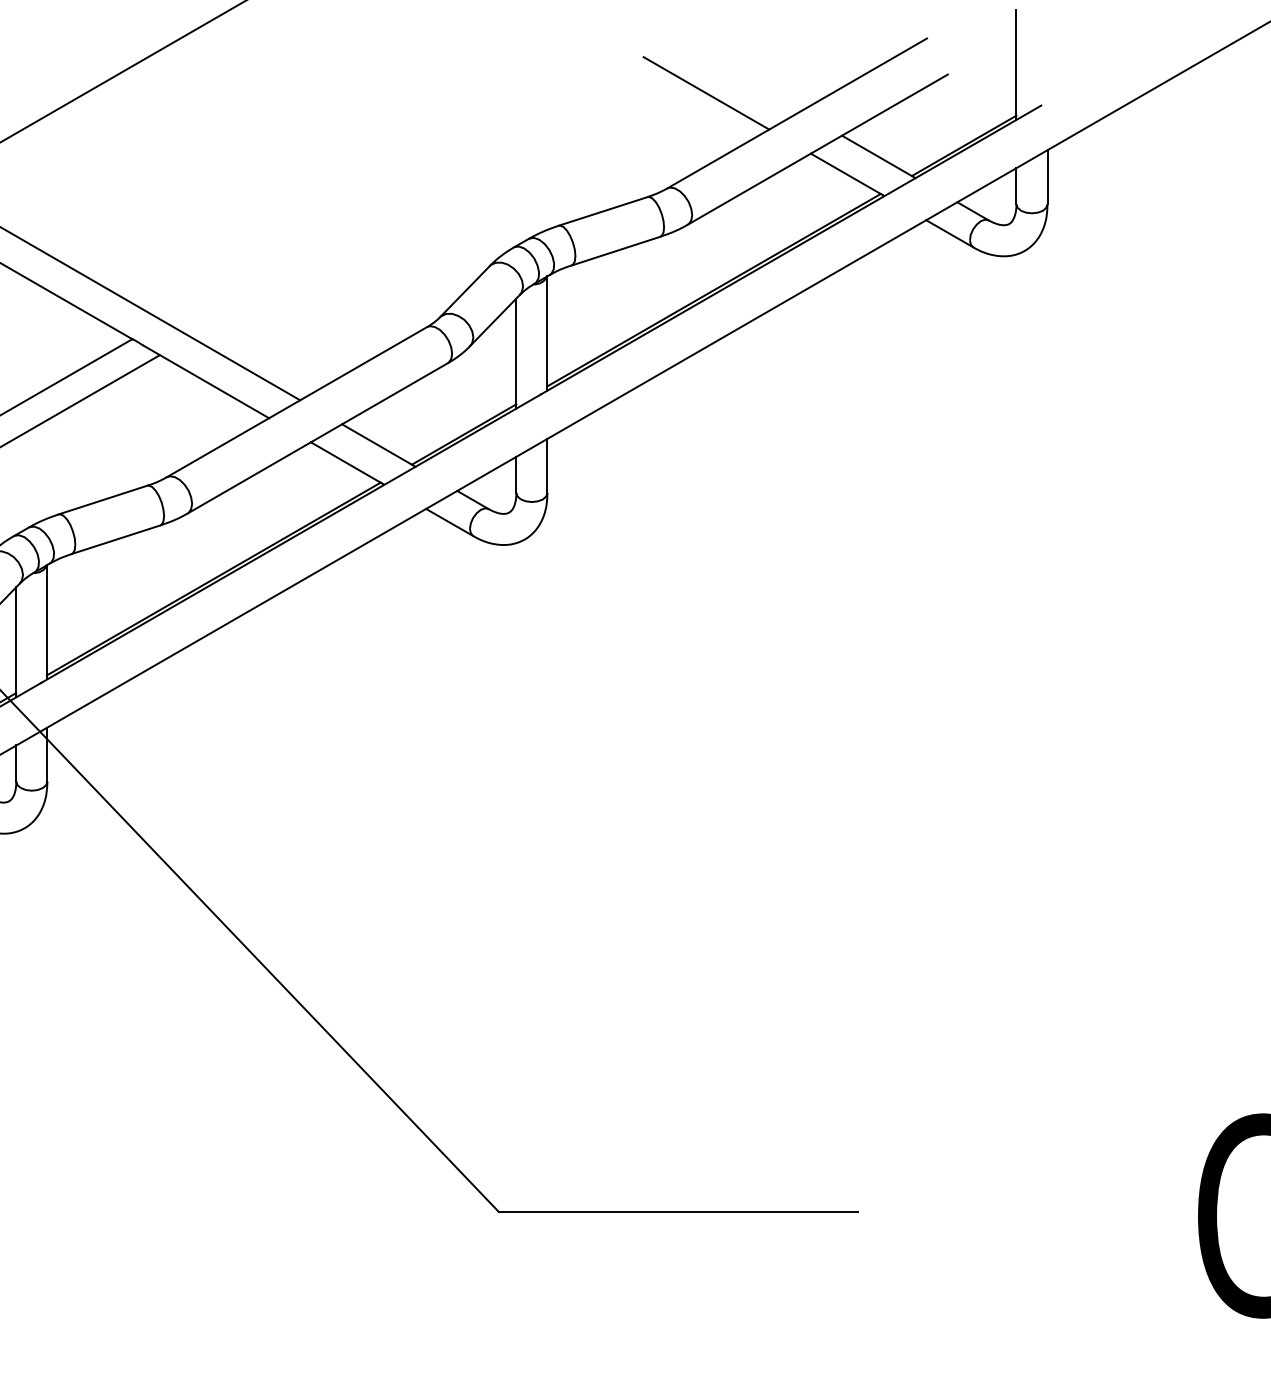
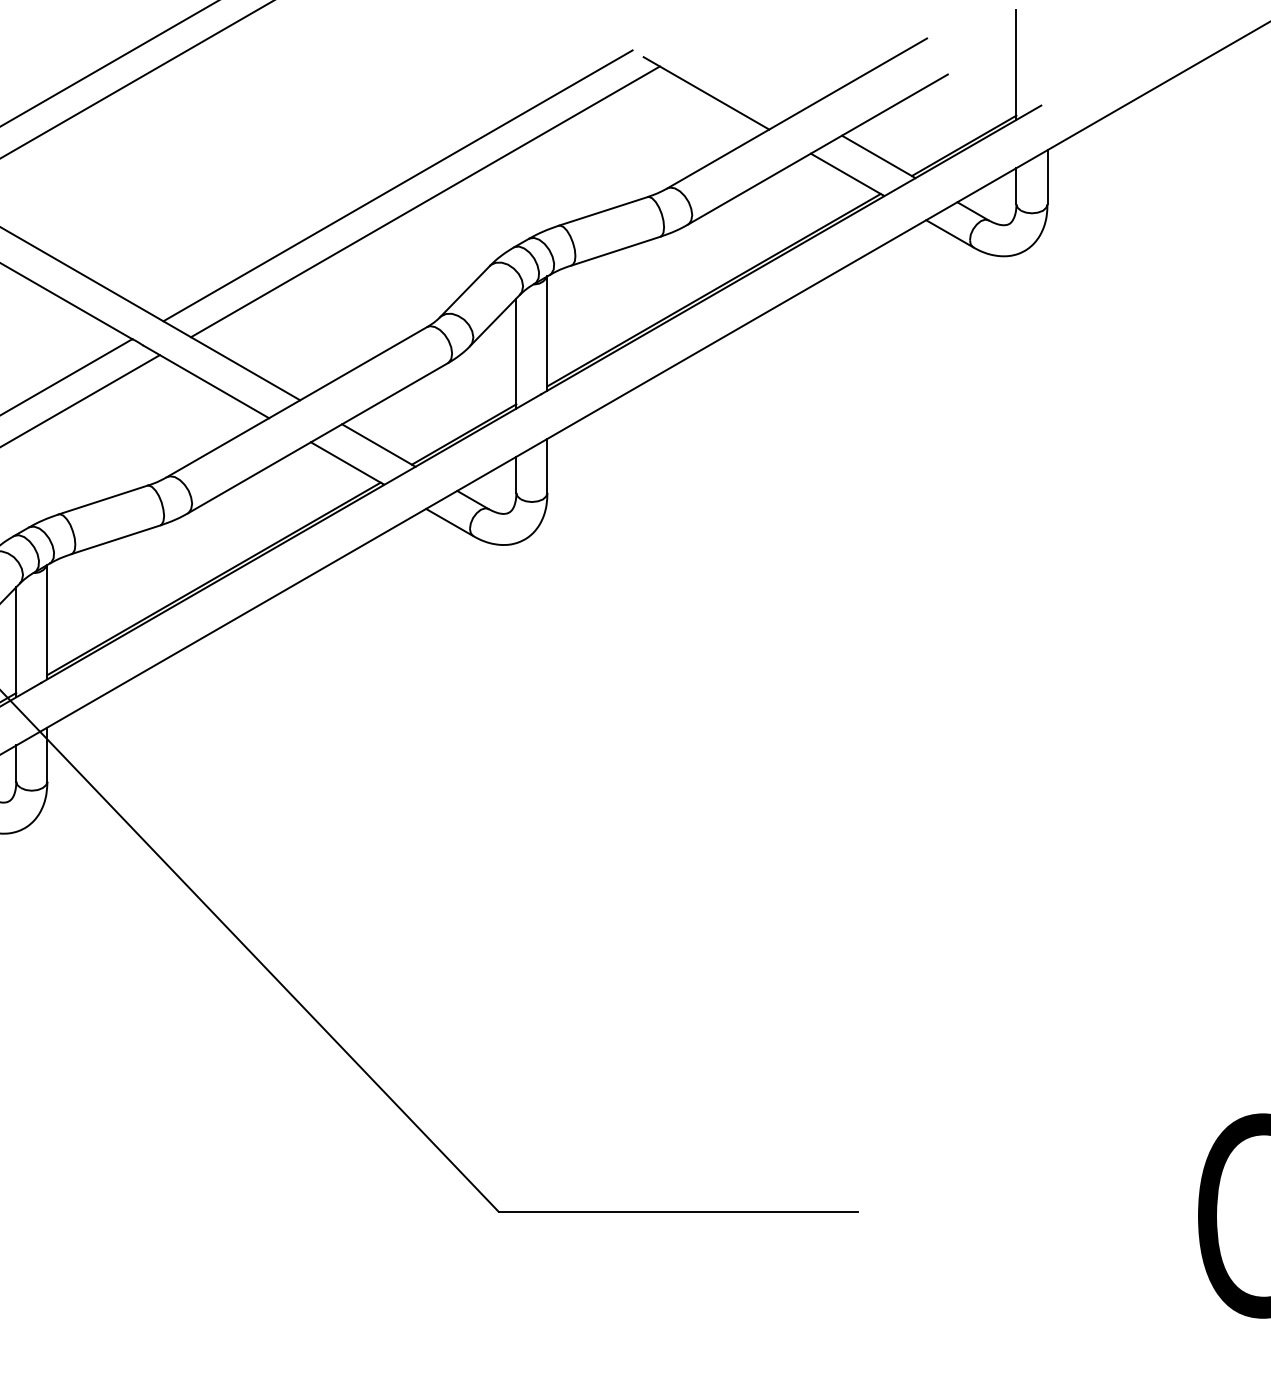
line at (109, 63): none -> present
line at (122, 71) position: (122, 71) -> (136, 79)
line at (397, 185): none -> present
line at (425, 201): none -> present
